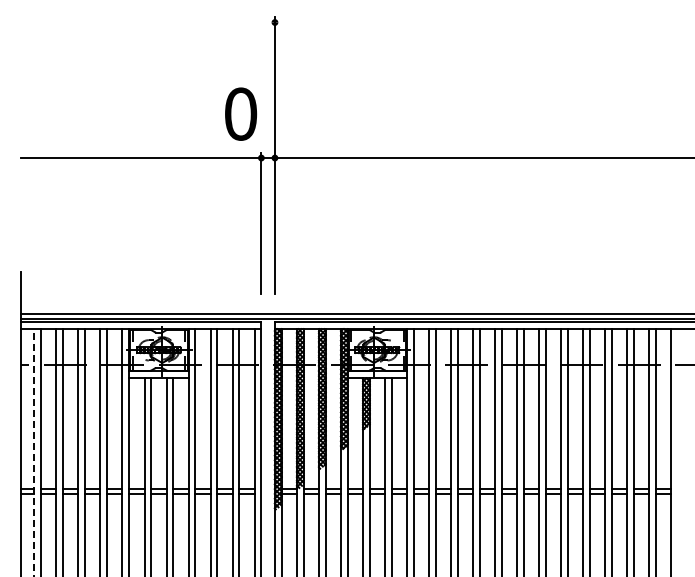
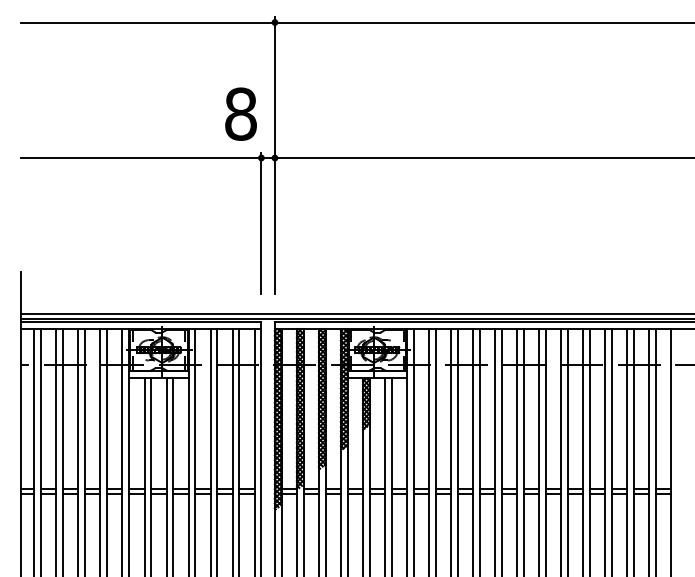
line at (355, 22): none -> present
text at (241, 113): 0 -> 8
line at (34, 453): dashed -> solid
